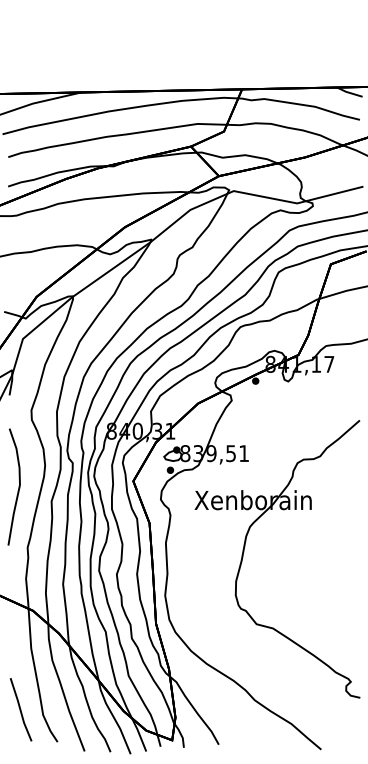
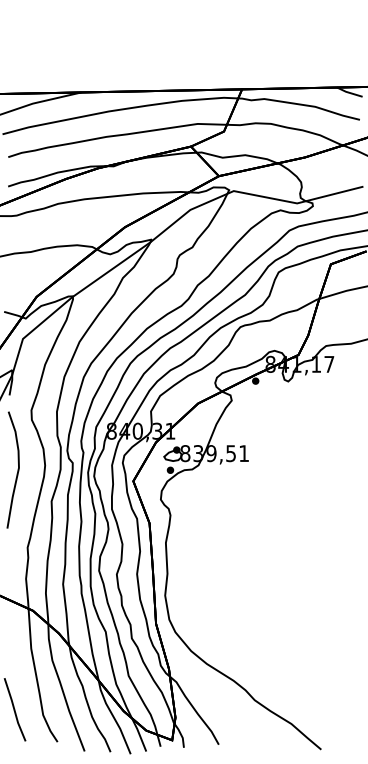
curve at (18, 486) position: (18, 486) -> (17, 469)
part at (244, 552): present -> none
line at (20, 709) position: (20, 709) -> (14, 709)
